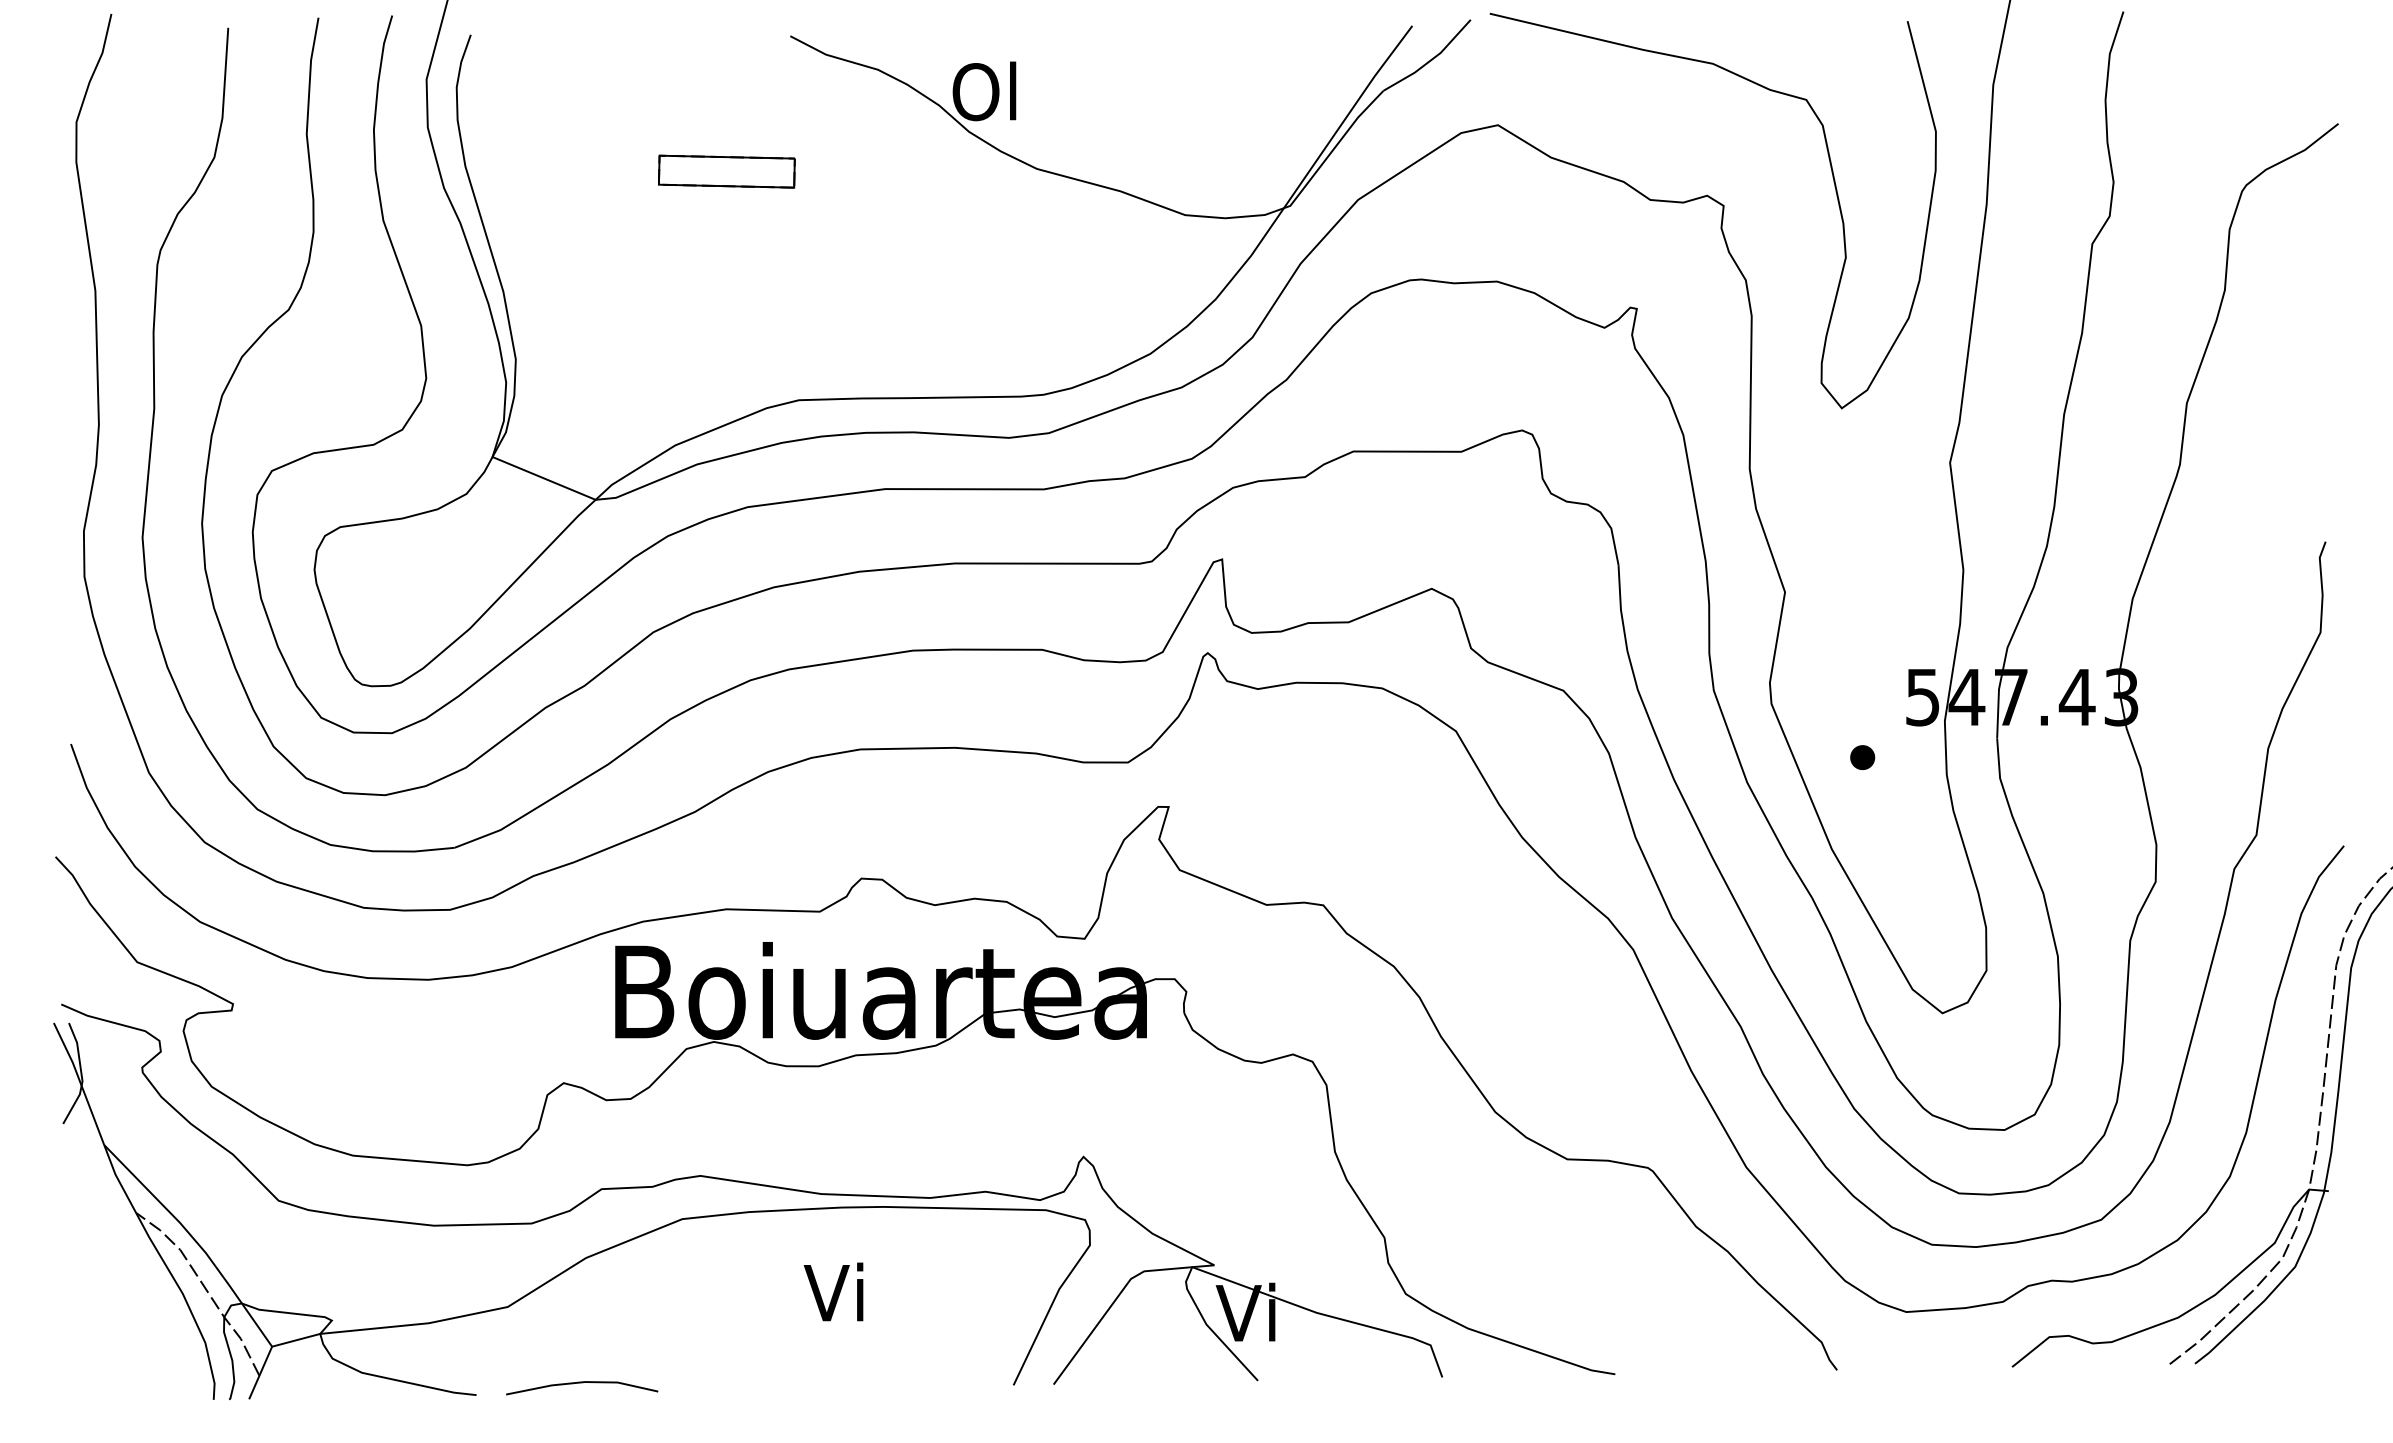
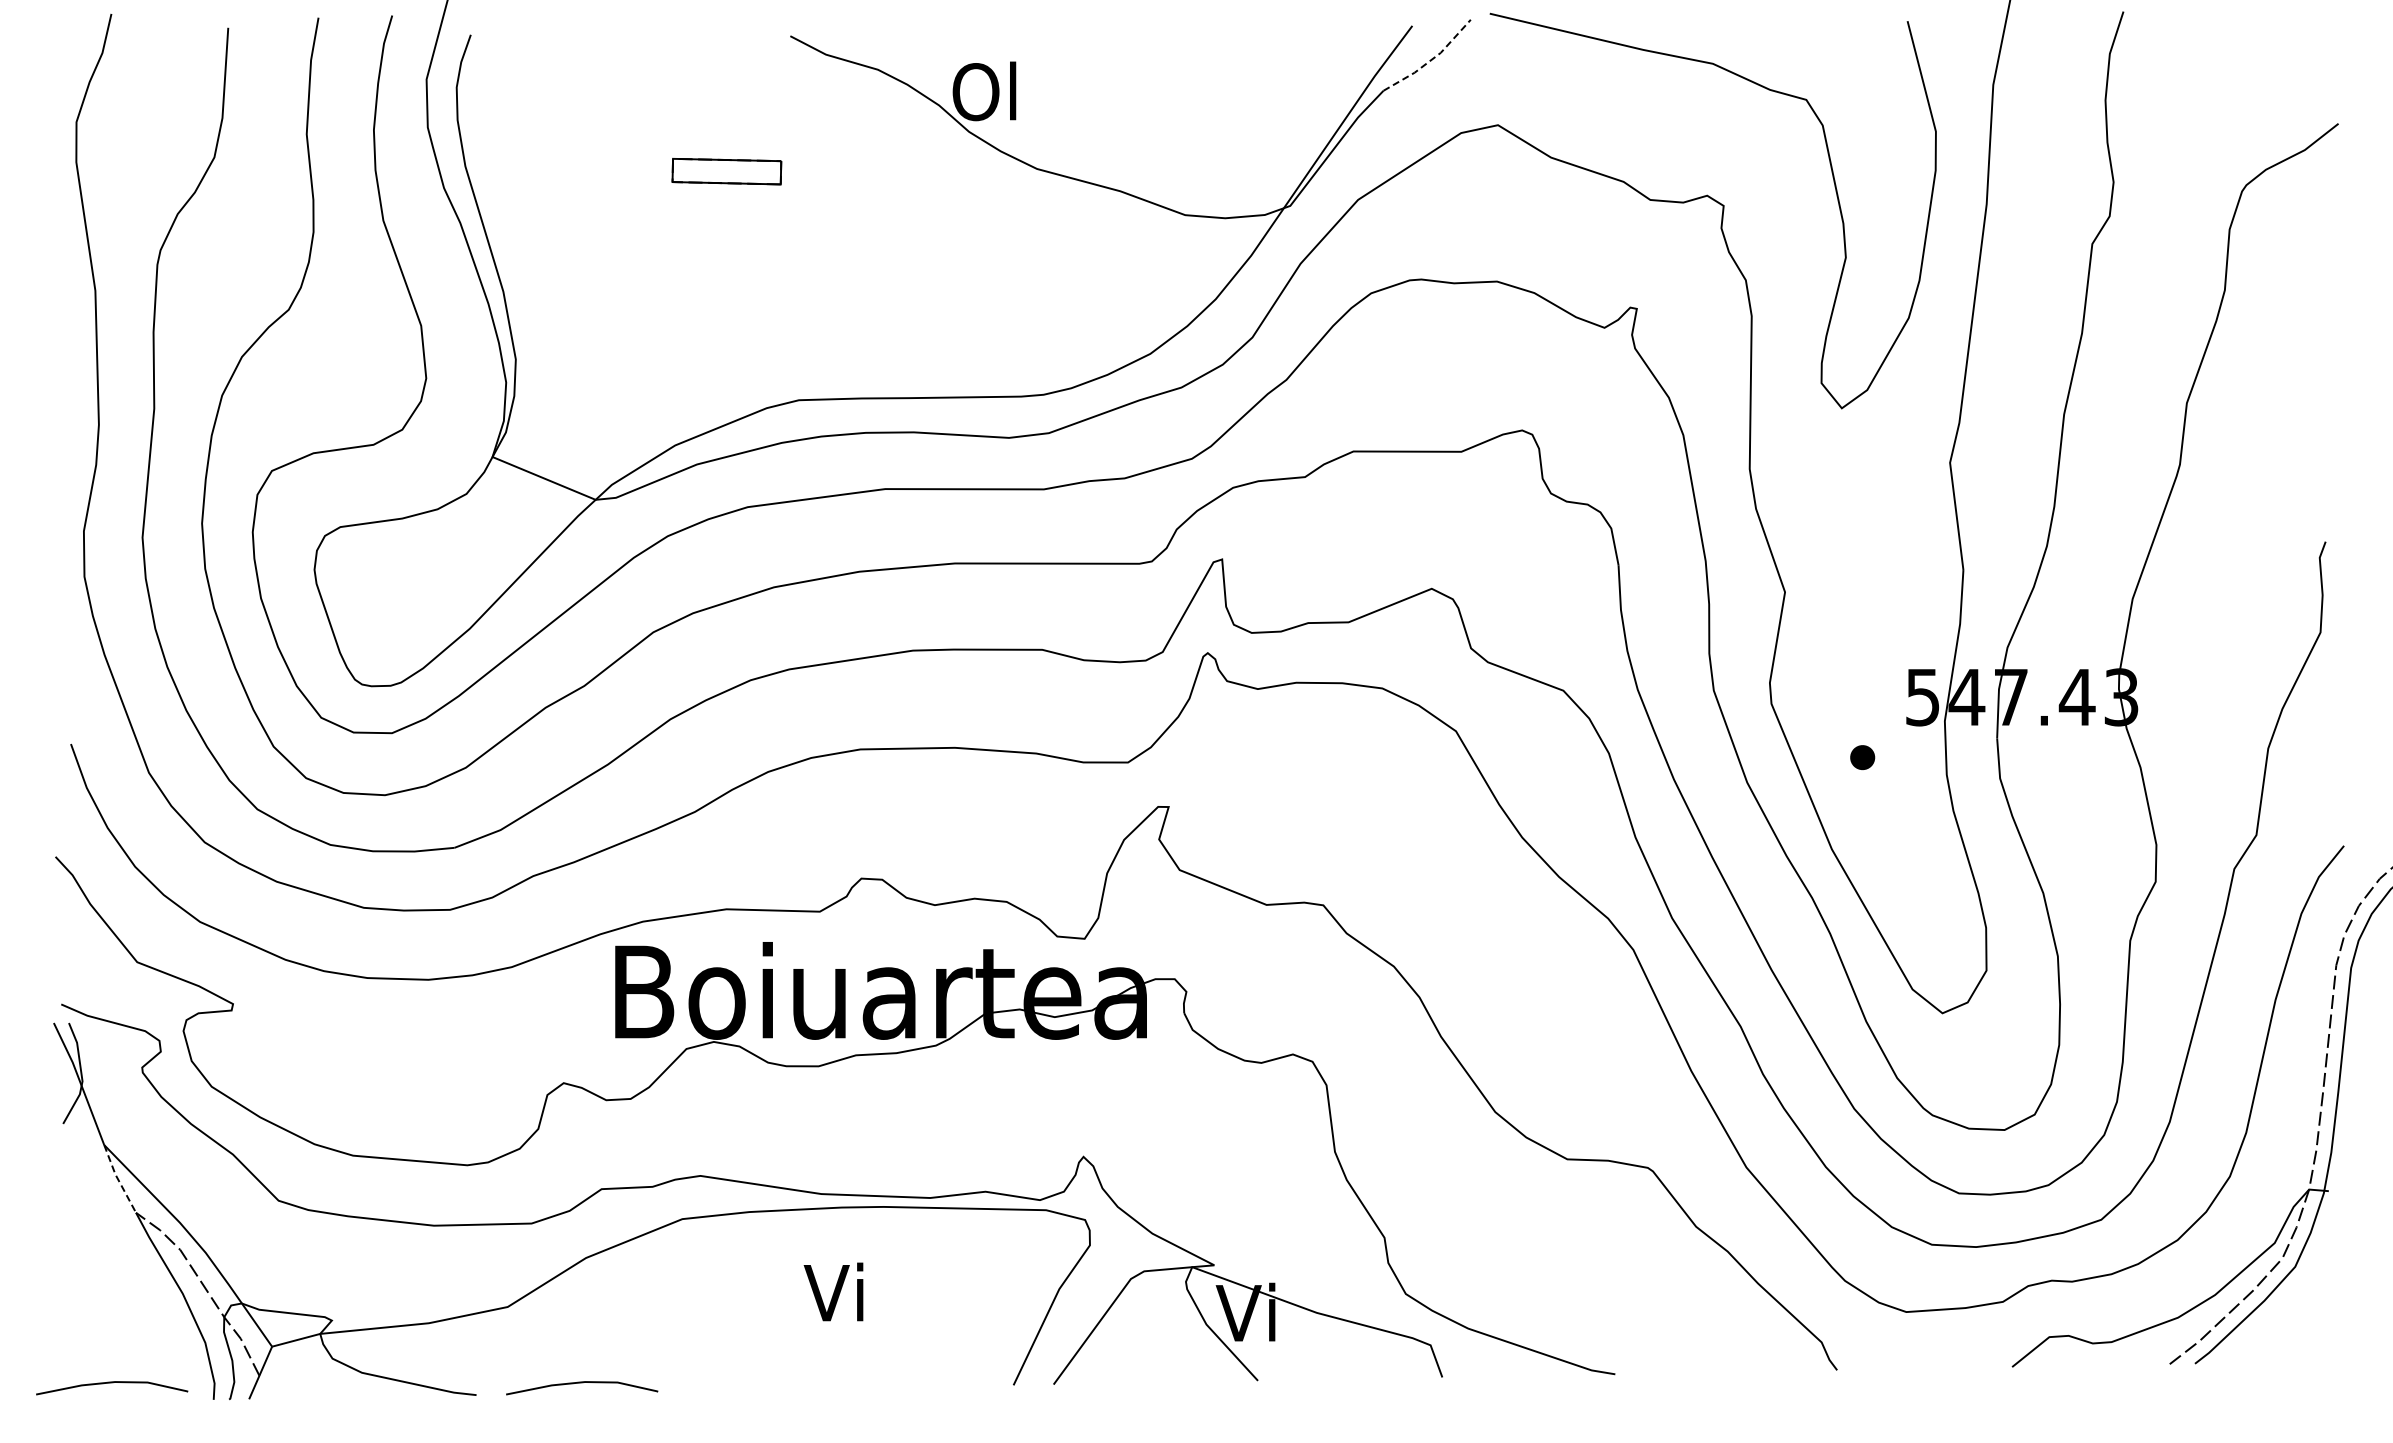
line at (1431, 60): solid -> dashed
part at (726, 171) size: 138x35 px -> 112x28 px
line at (118, 1179): solid -> dashed
curve at (112, 1383): none -> present
